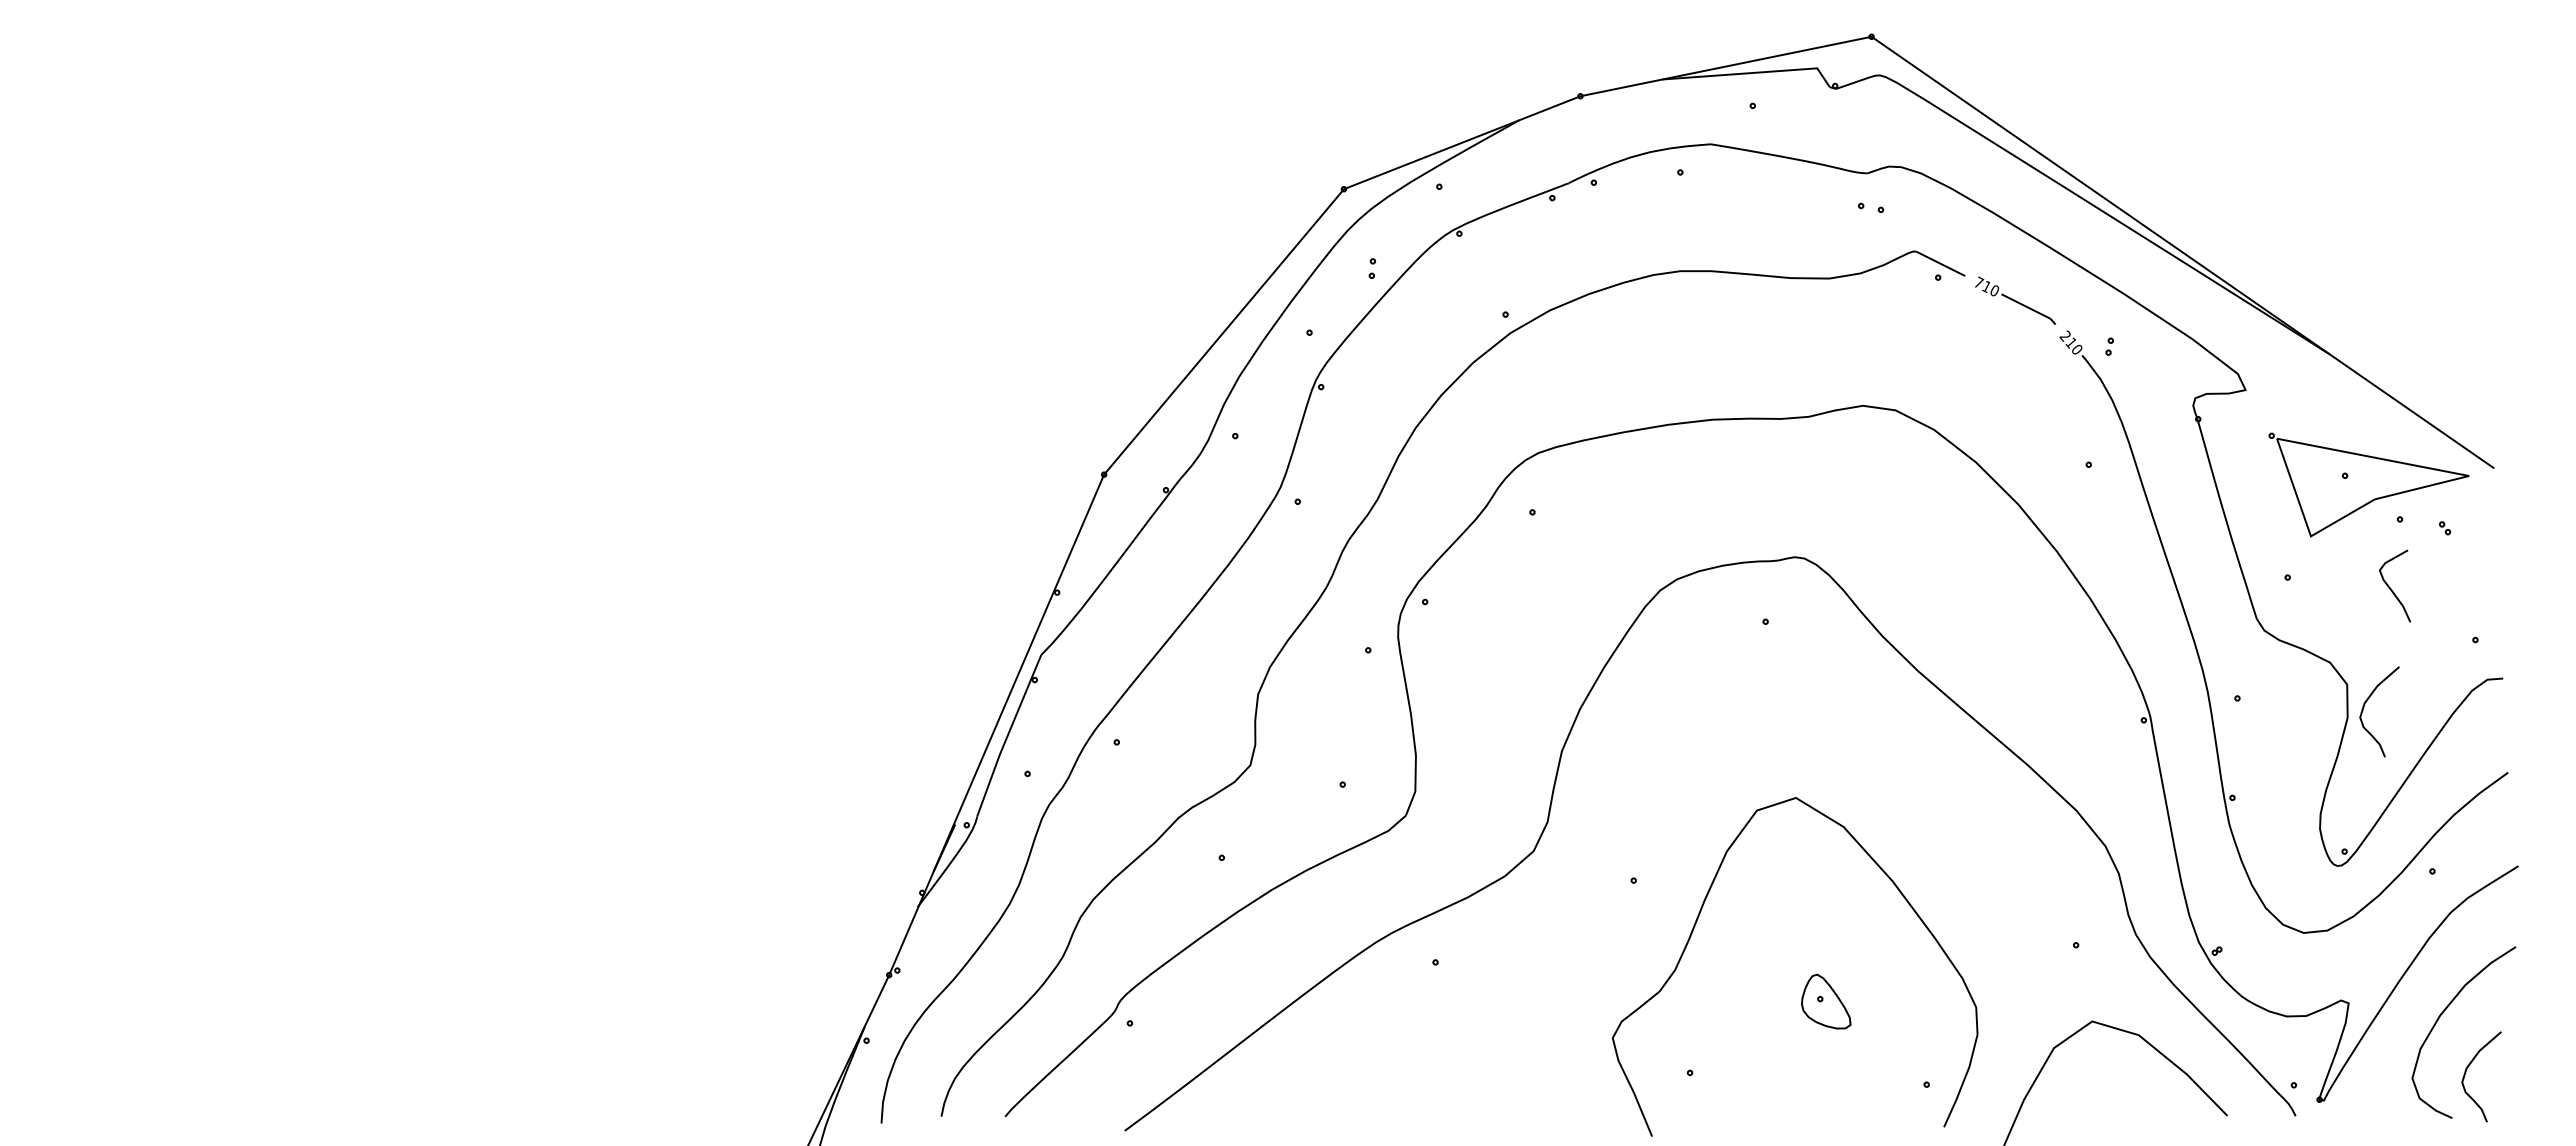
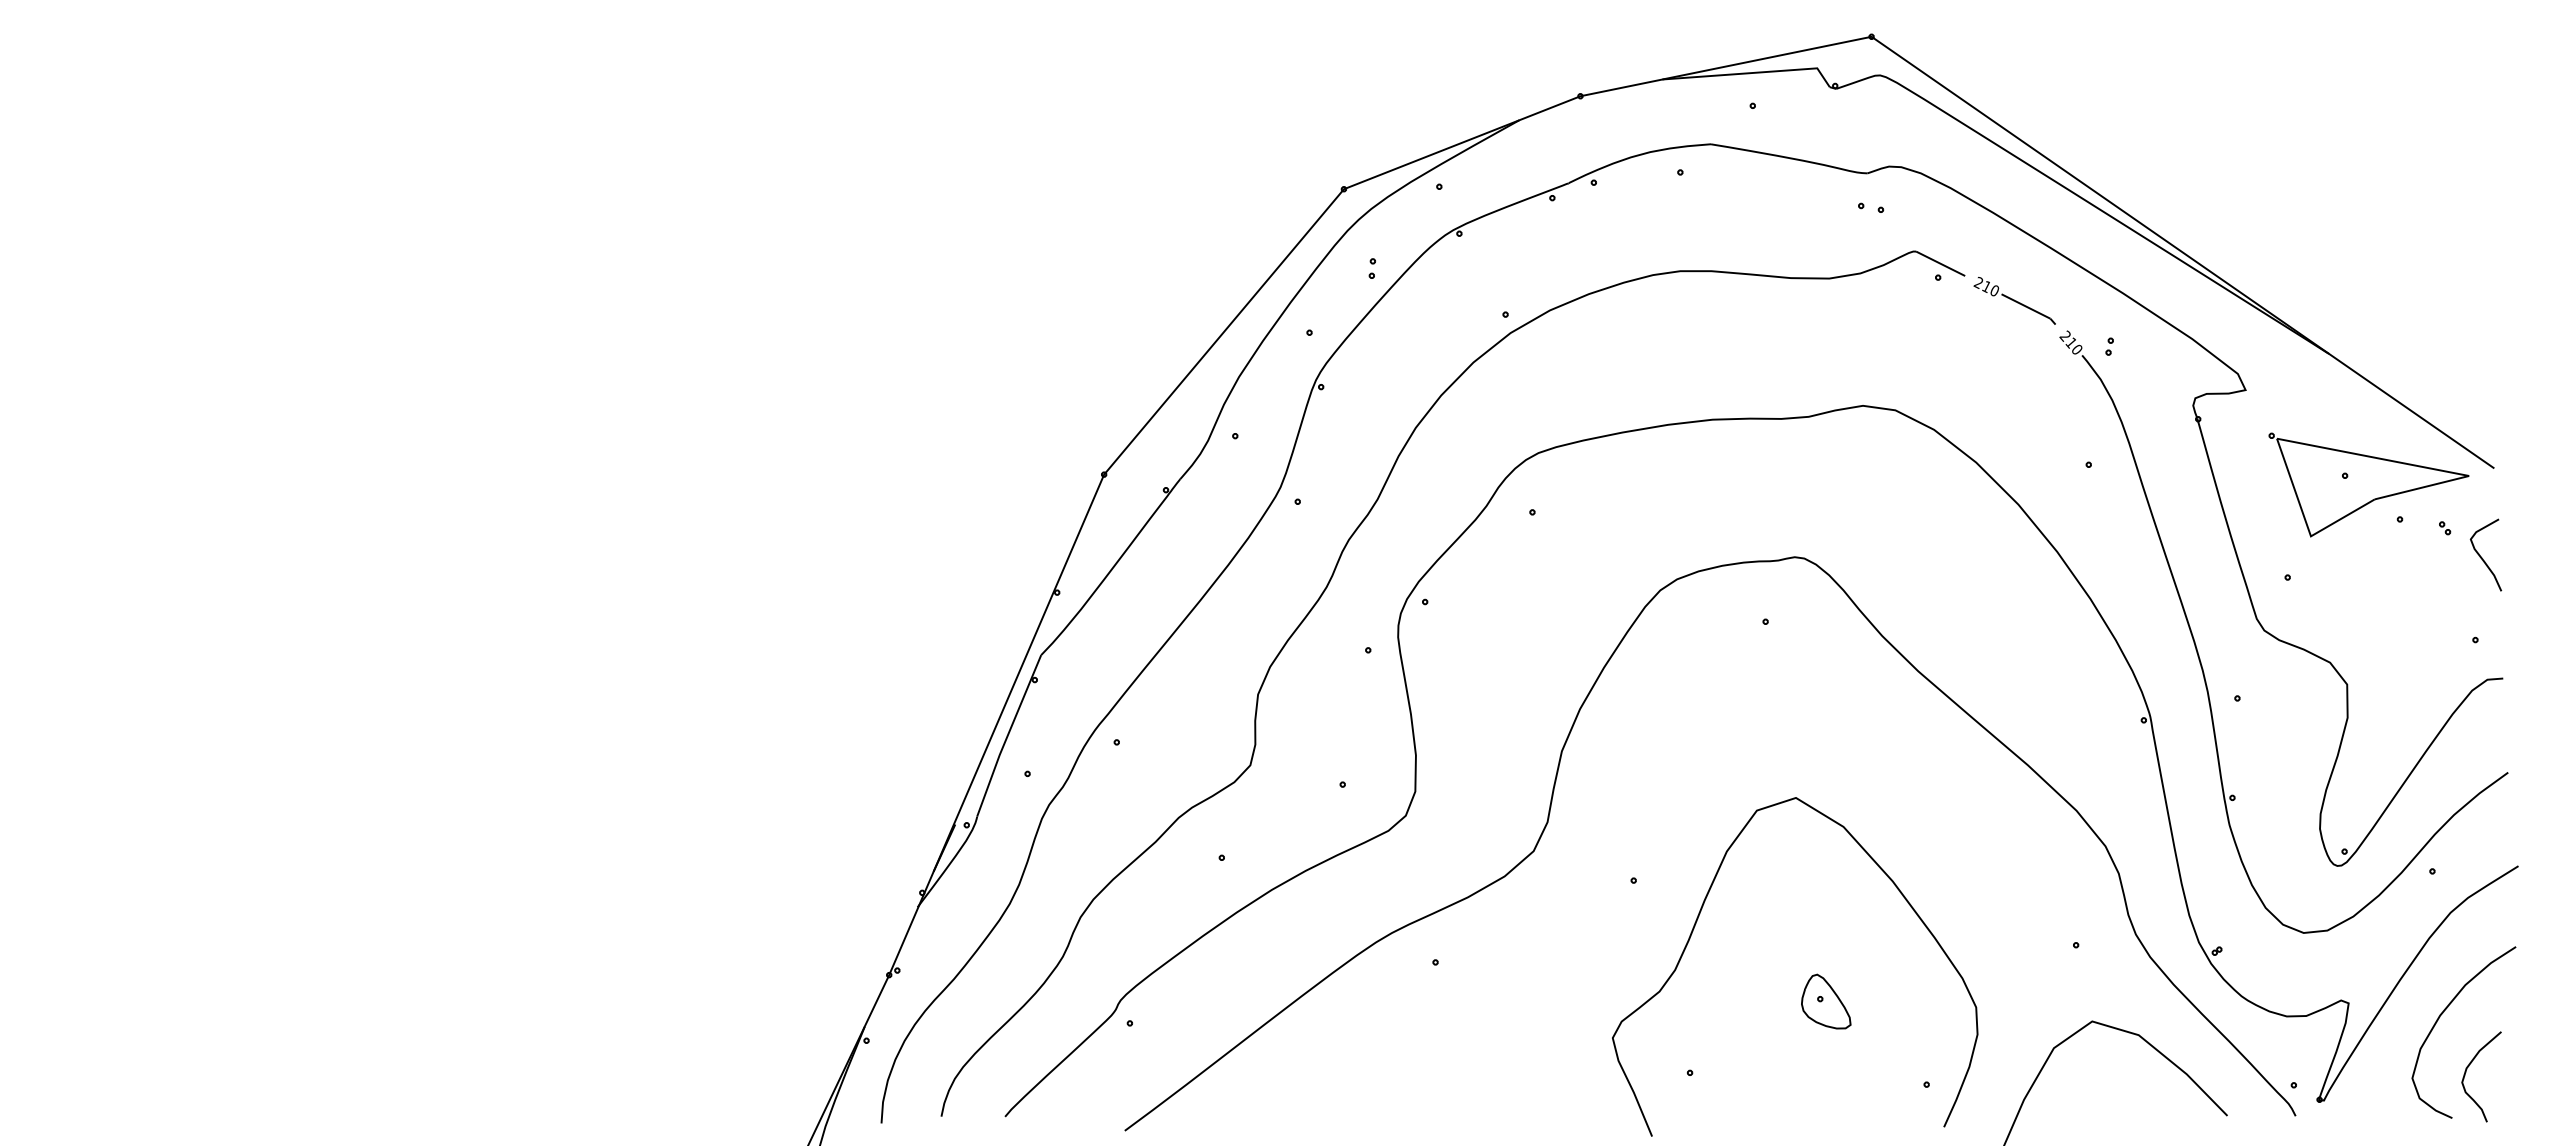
text at (1978, 282): 710 -> 210
curve at (2391, 588) position: (2391, 588) -> (2482, 557)
curve at (2364, 707): present -> none
